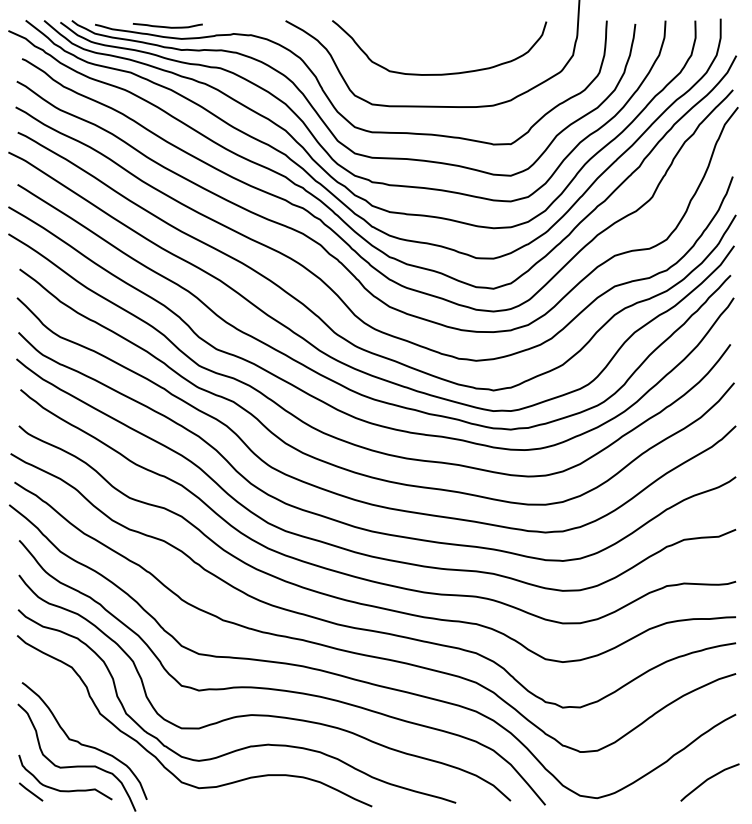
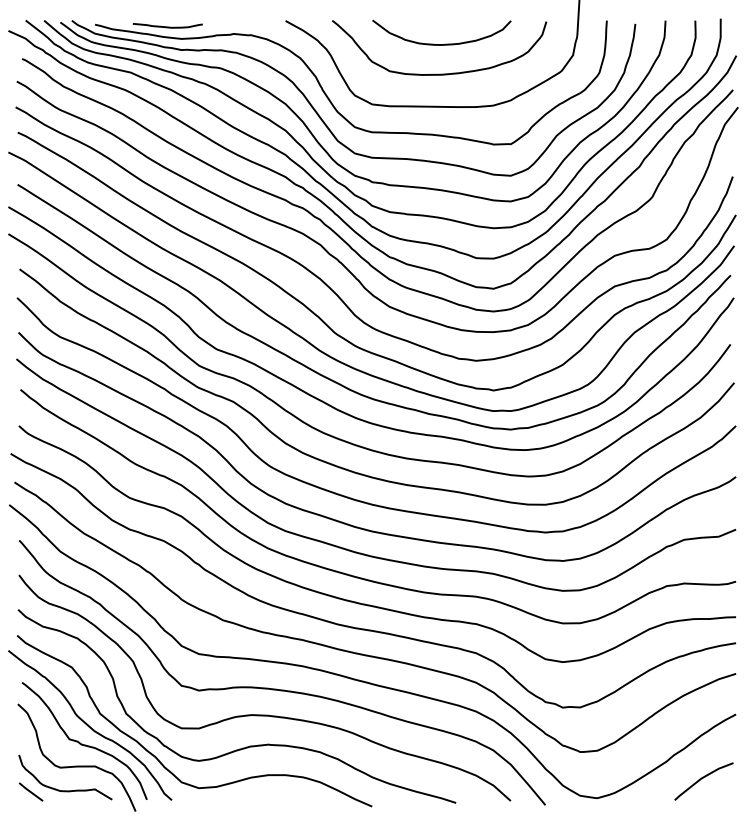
curve at (444, 43): none -> present
curve at (89, 725): none -> present
line at (707, 780) position: (707, 780) -> (701, 779)
